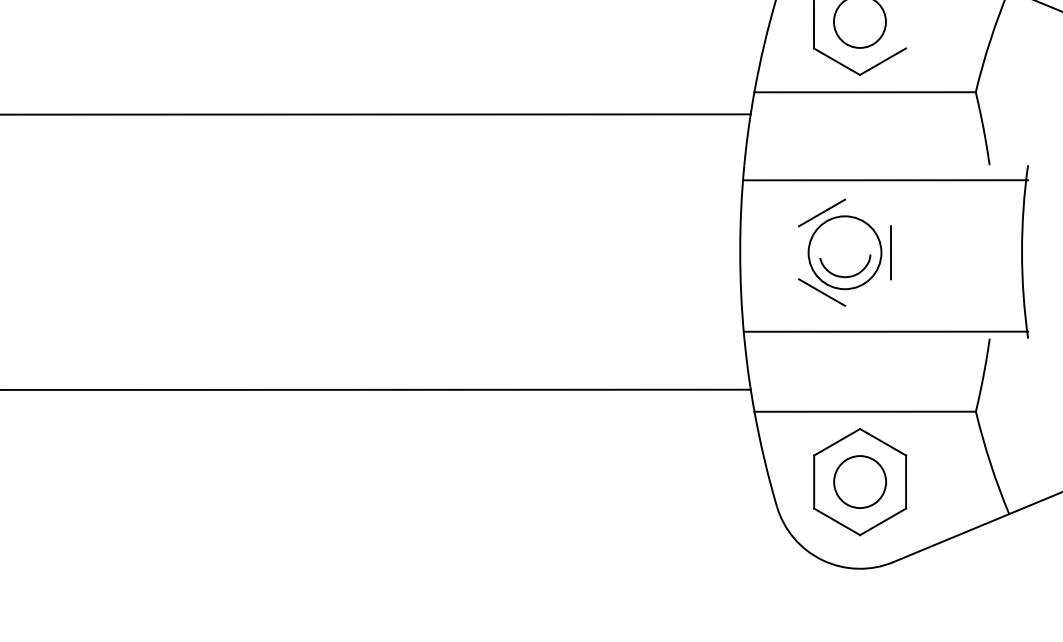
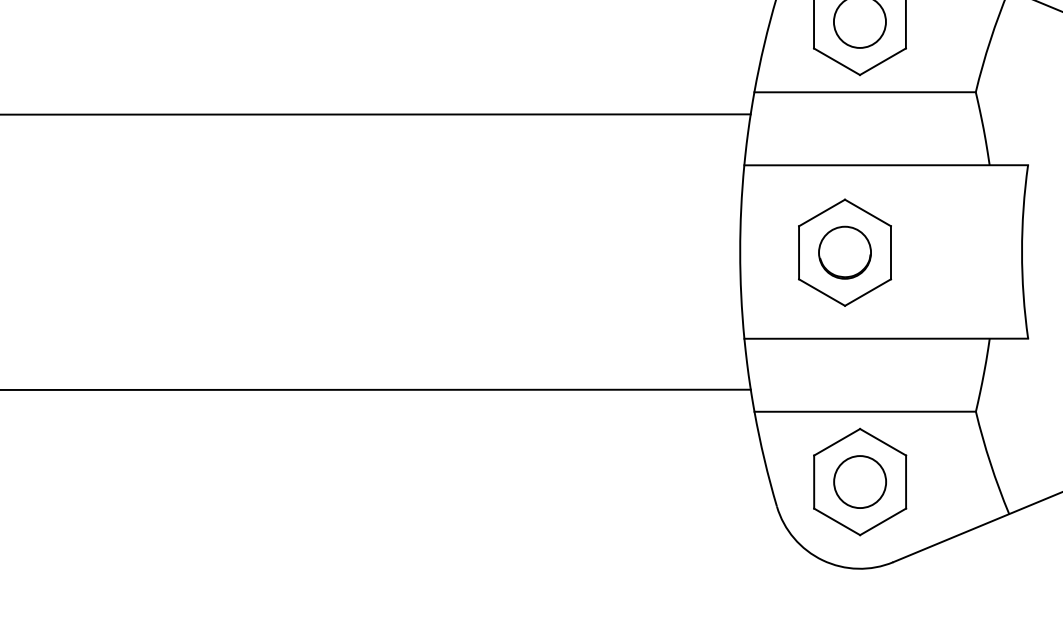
line at (905, 25): none -> present
line at (886, 180) position: (886, 180) -> (886, 165)
line at (867, 212): none -> present
line at (799, 252): none -> present
circle at (844, 252) diameter: 73 px -> 52 px
line at (868, 292): none -> present
line at (886, 331) position: (886, 331) -> (886, 338)
